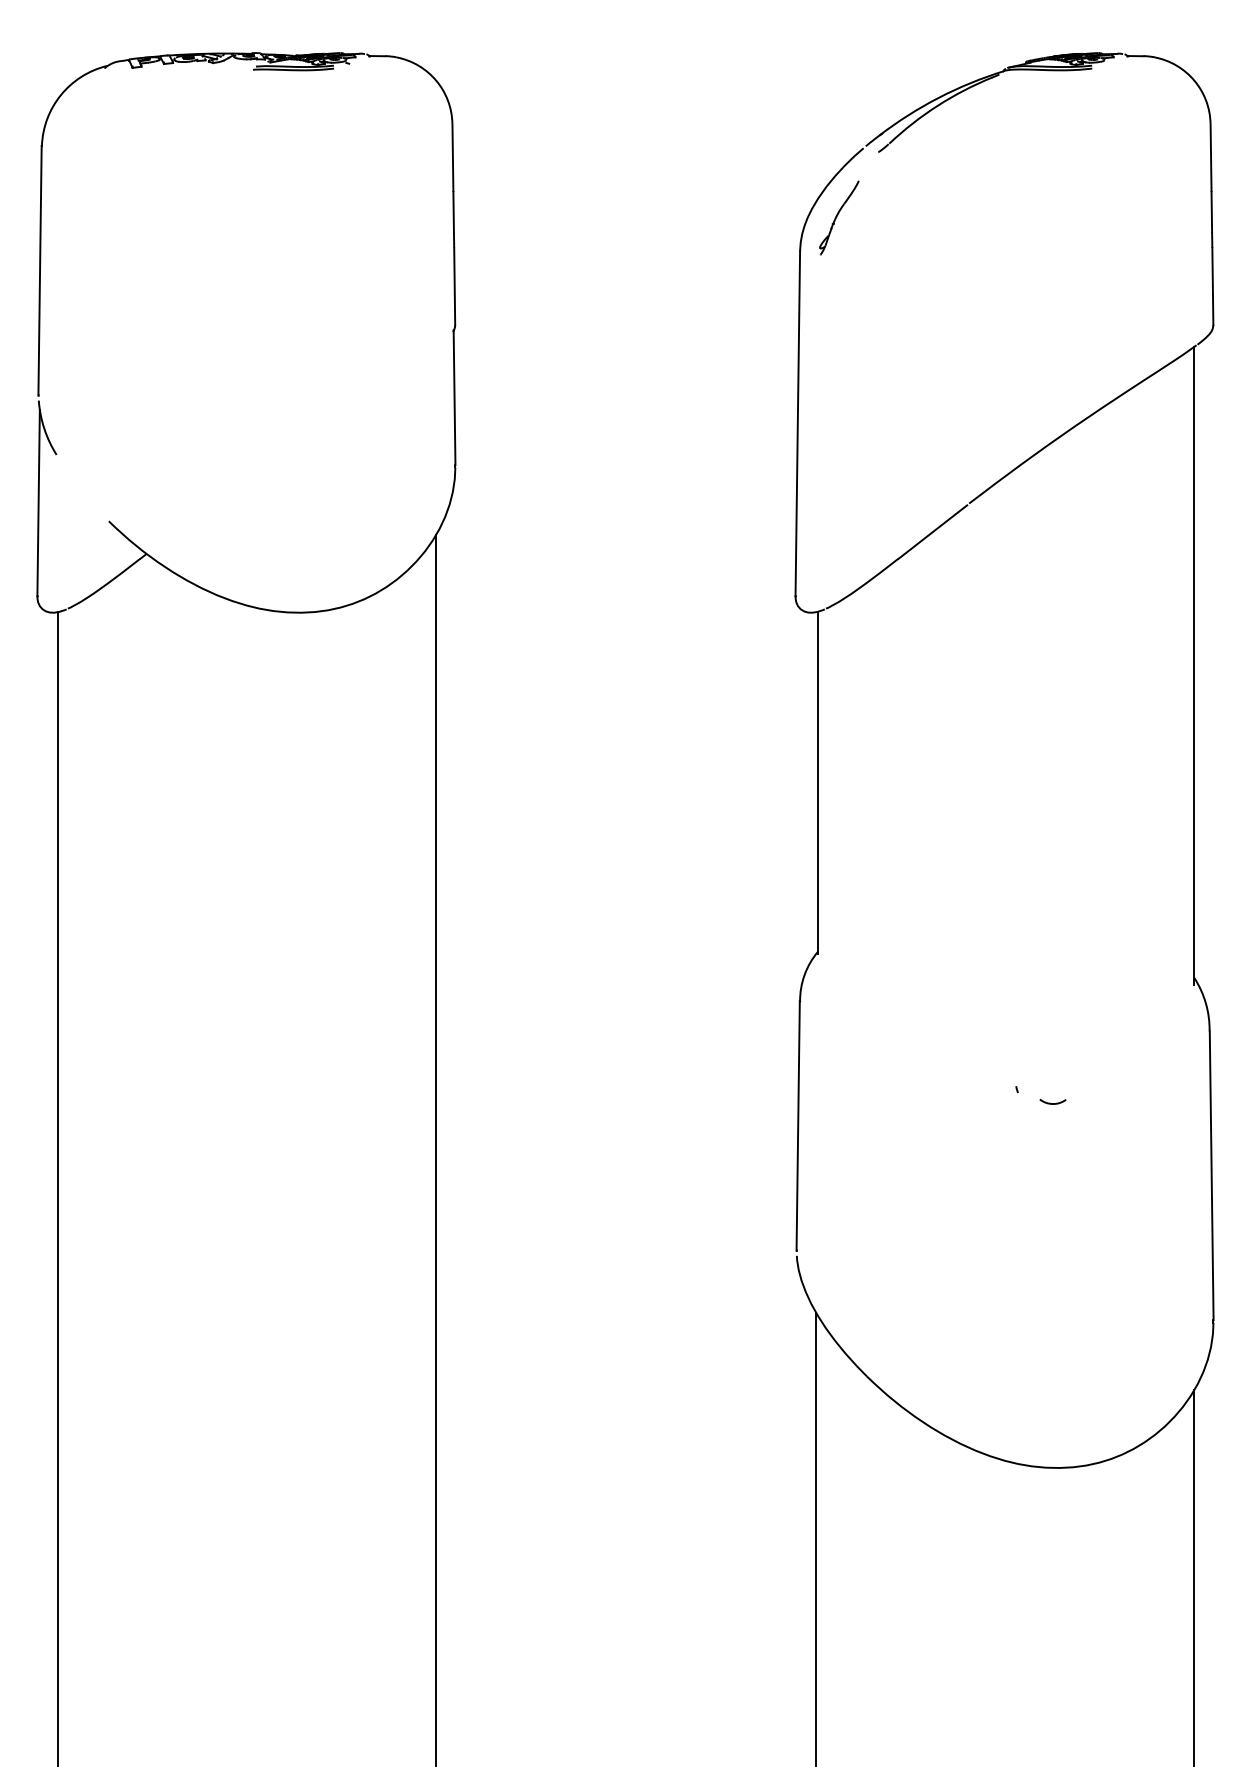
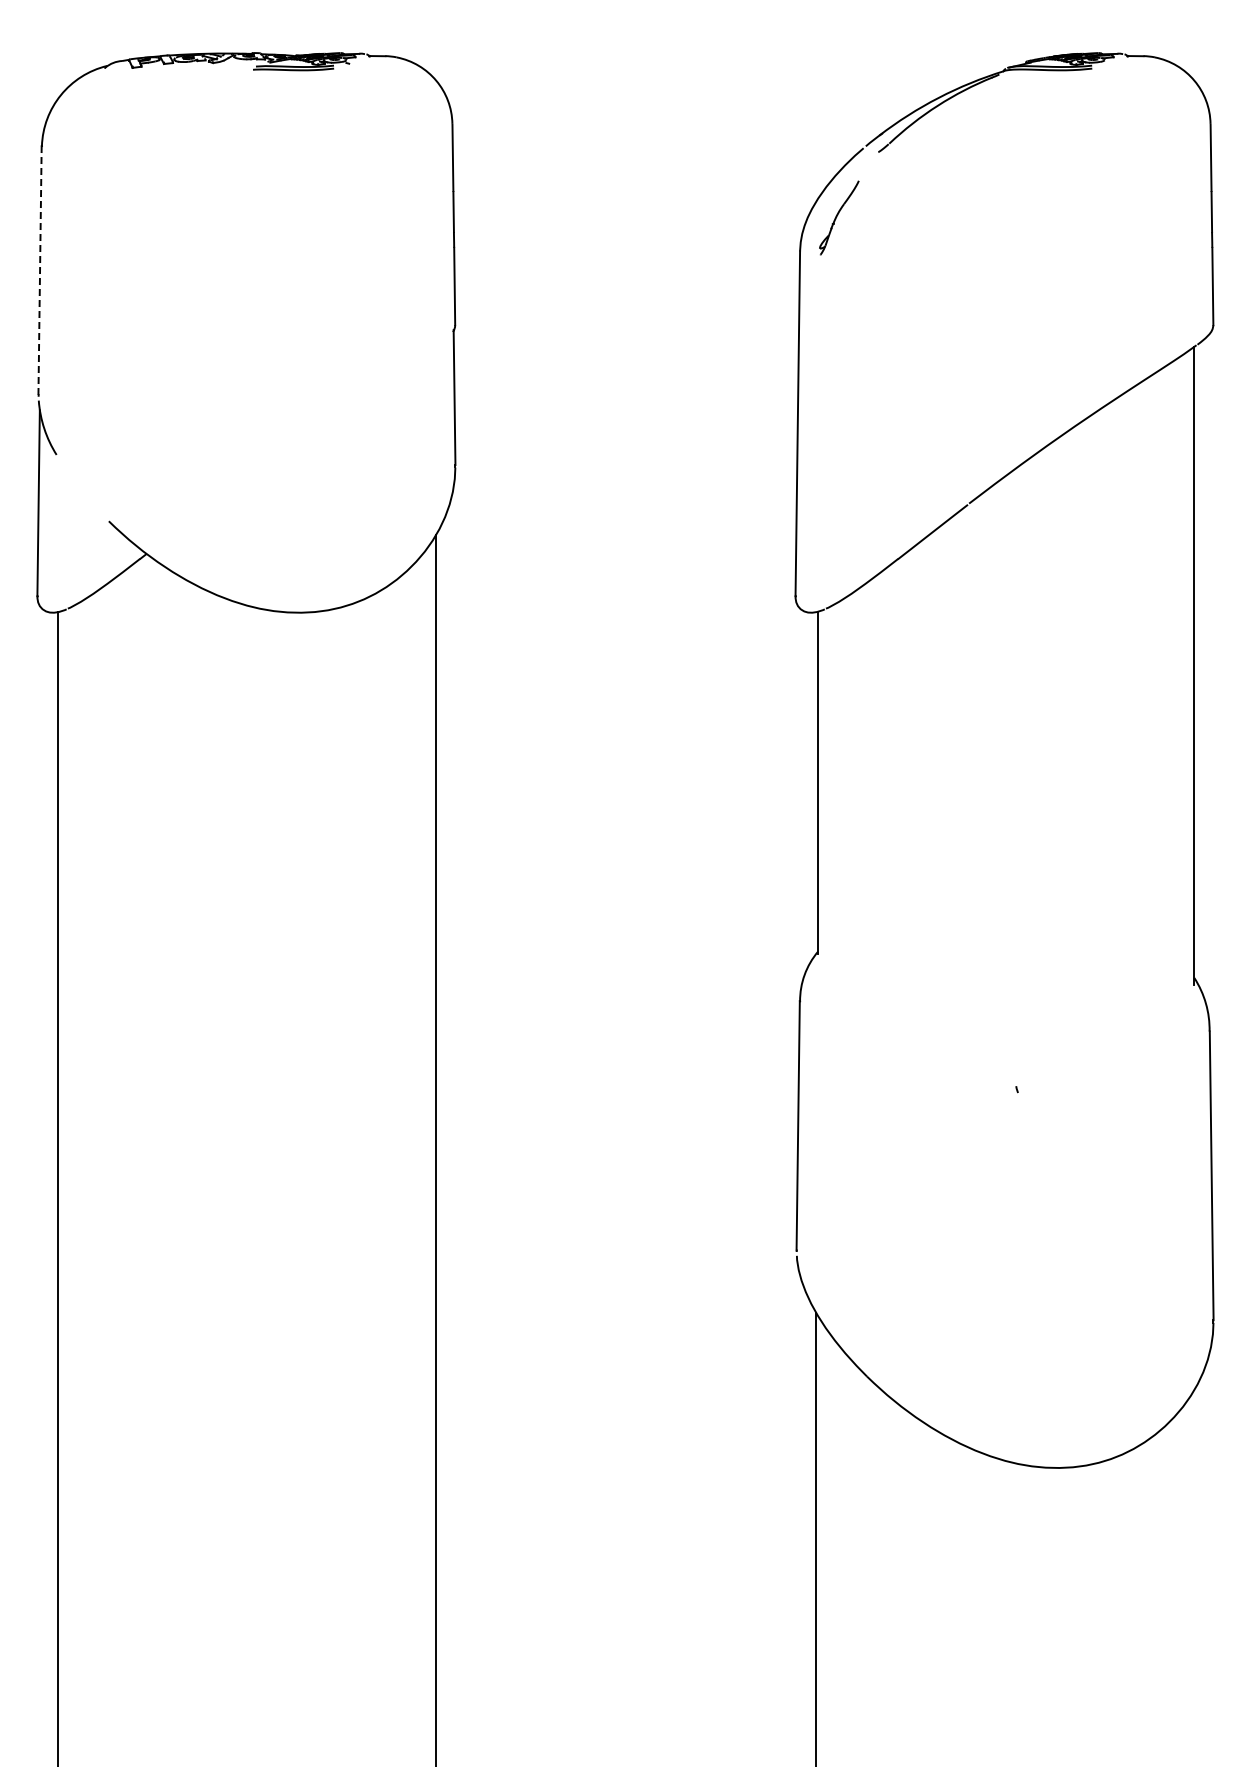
line at (40, 270): solid -> dashed
arc at (1052, 1103): present -> none
line at (1194, 1576): present -> none
